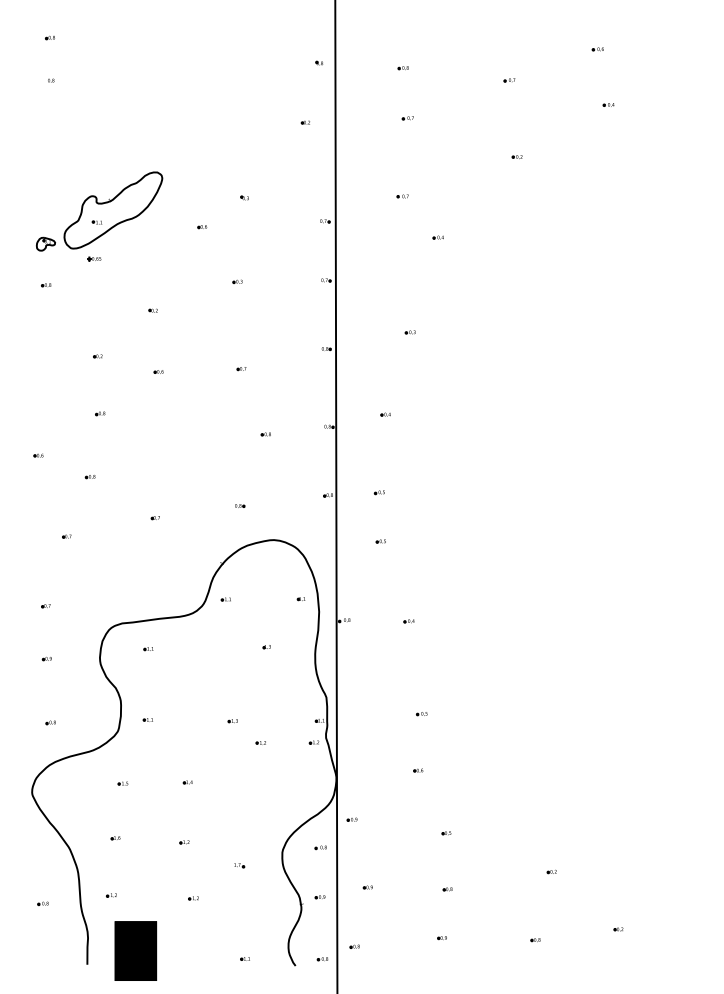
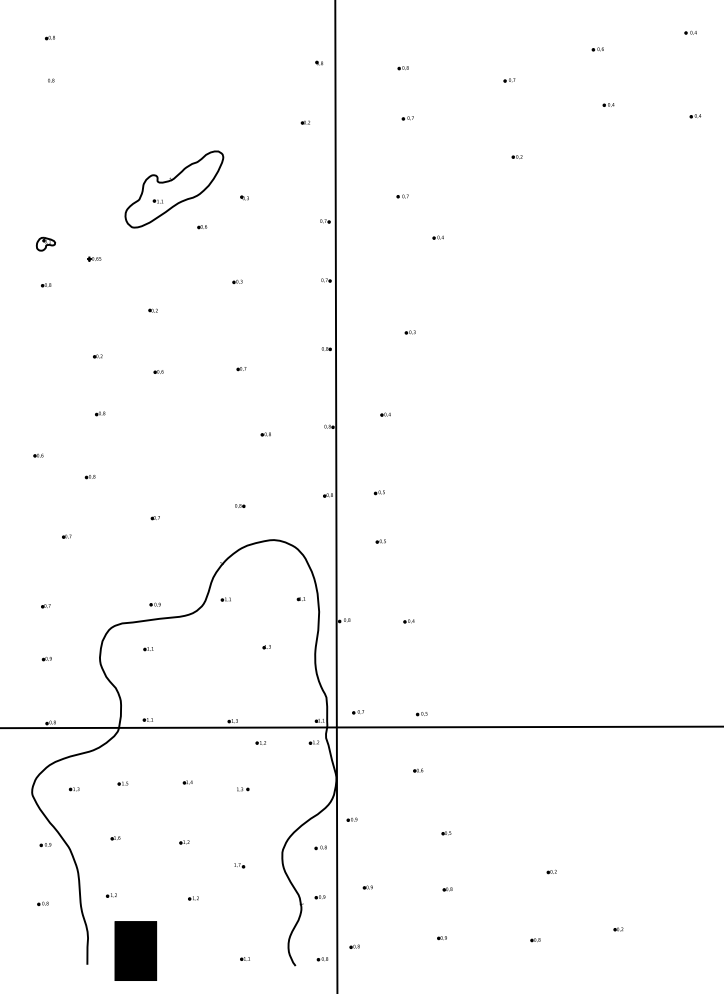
part at (690, 32): none -> present
part at (695, 116): none -> present
part at (113, 210) position: (113, 210) -> (174, 189)
part at (154, 604): none -> present
part at (357, 712): none -> present
line at (361, 727): none -> present
part at (73, 789): none -> present
part at (243, 789): none -> present
part at (45, 845): none -> present
